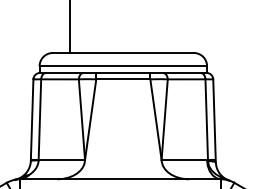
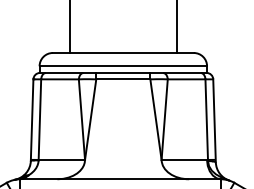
line at (177, 27): none -> present
